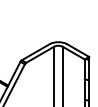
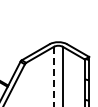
line at (54, 76): solid -> dashed
